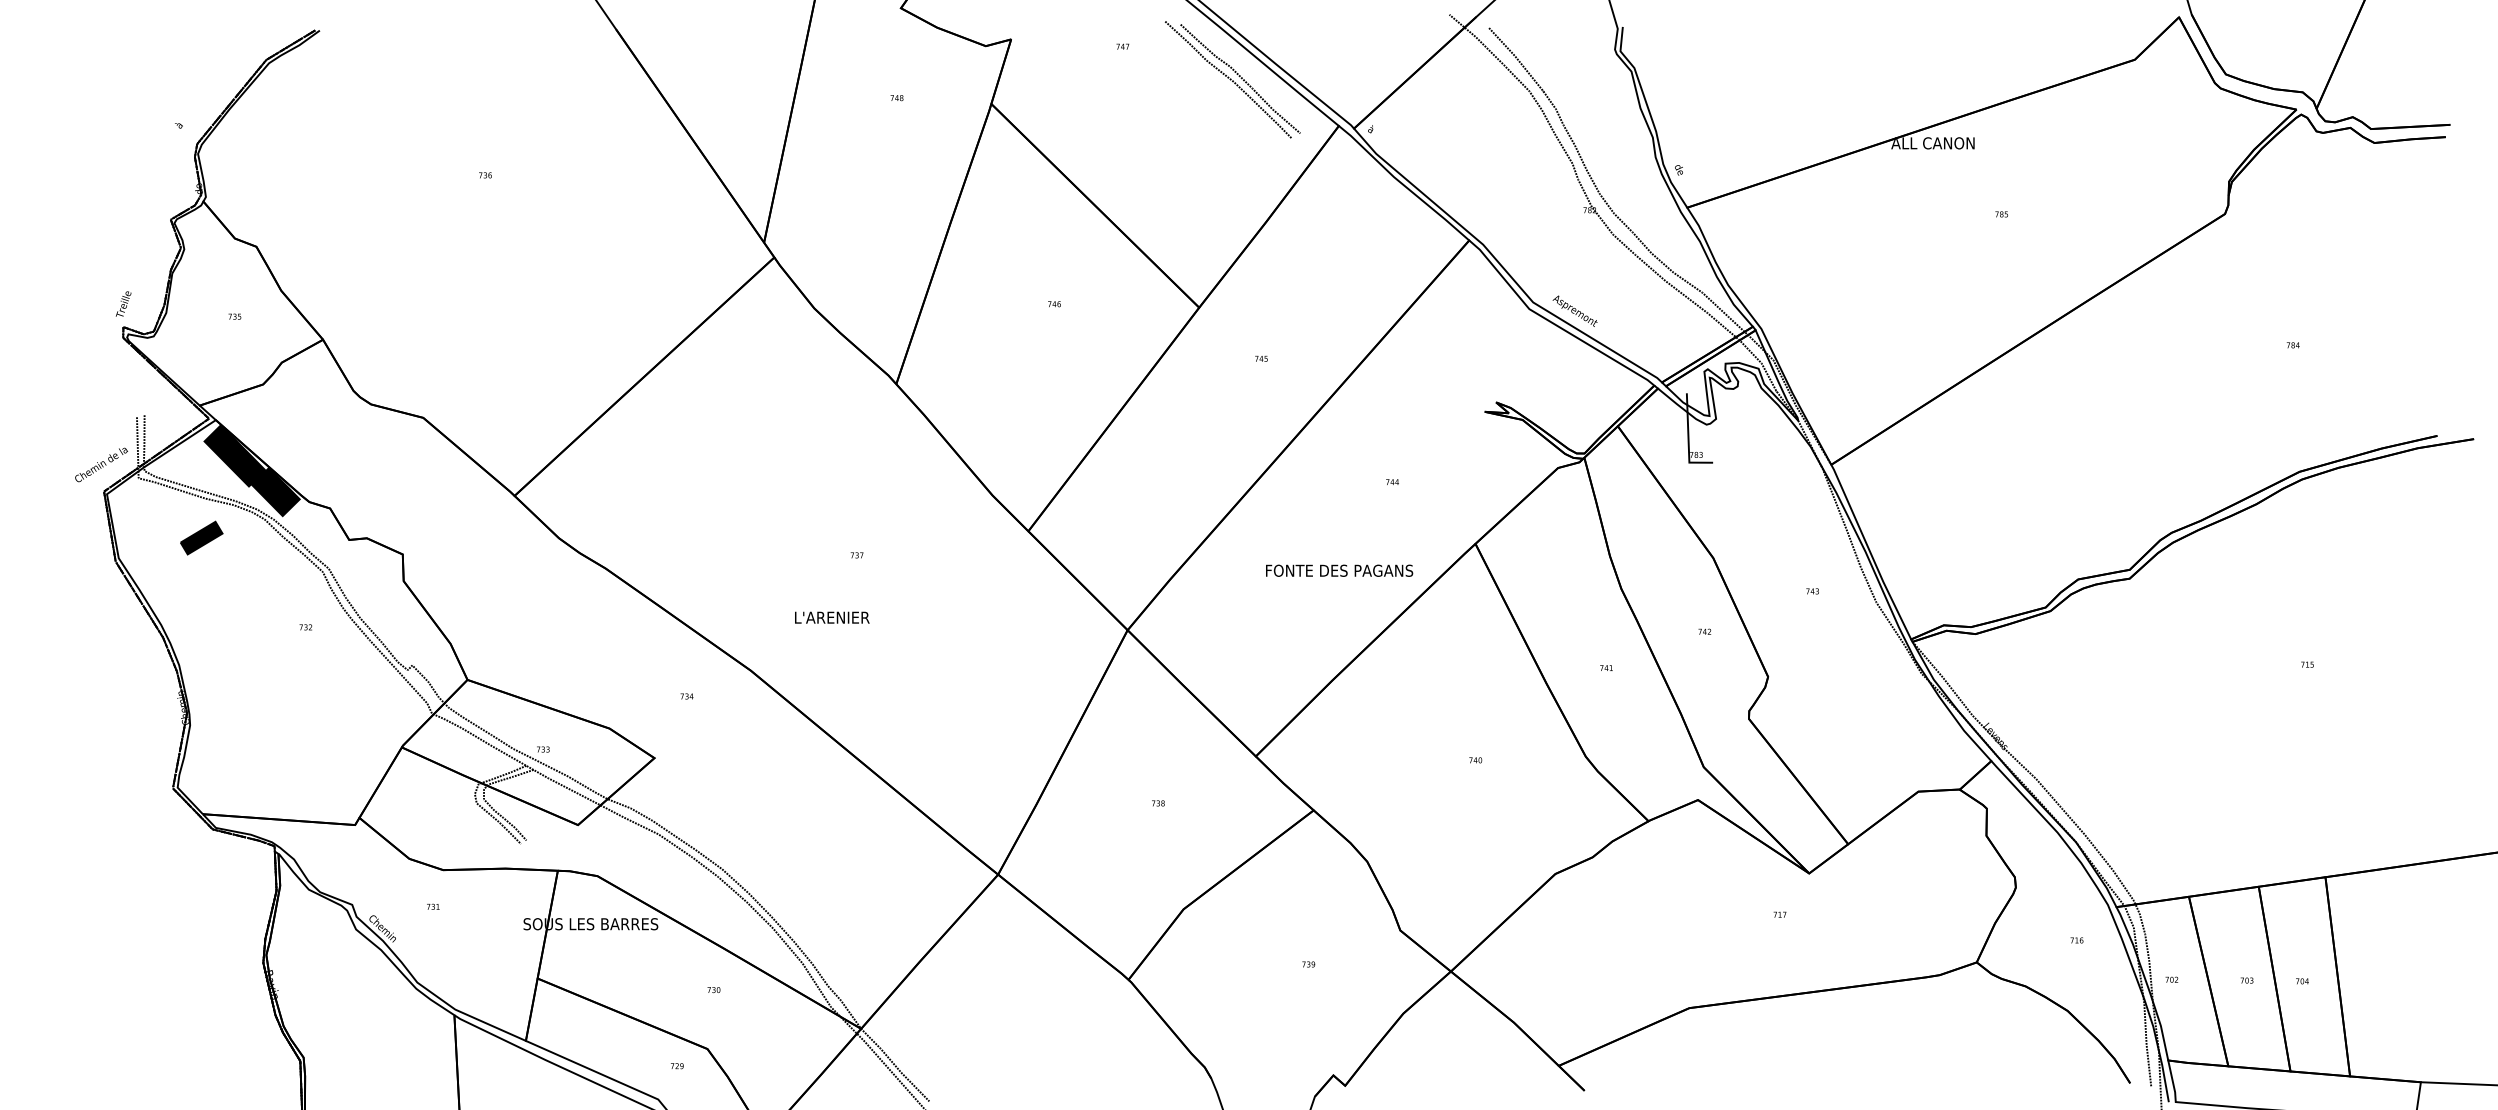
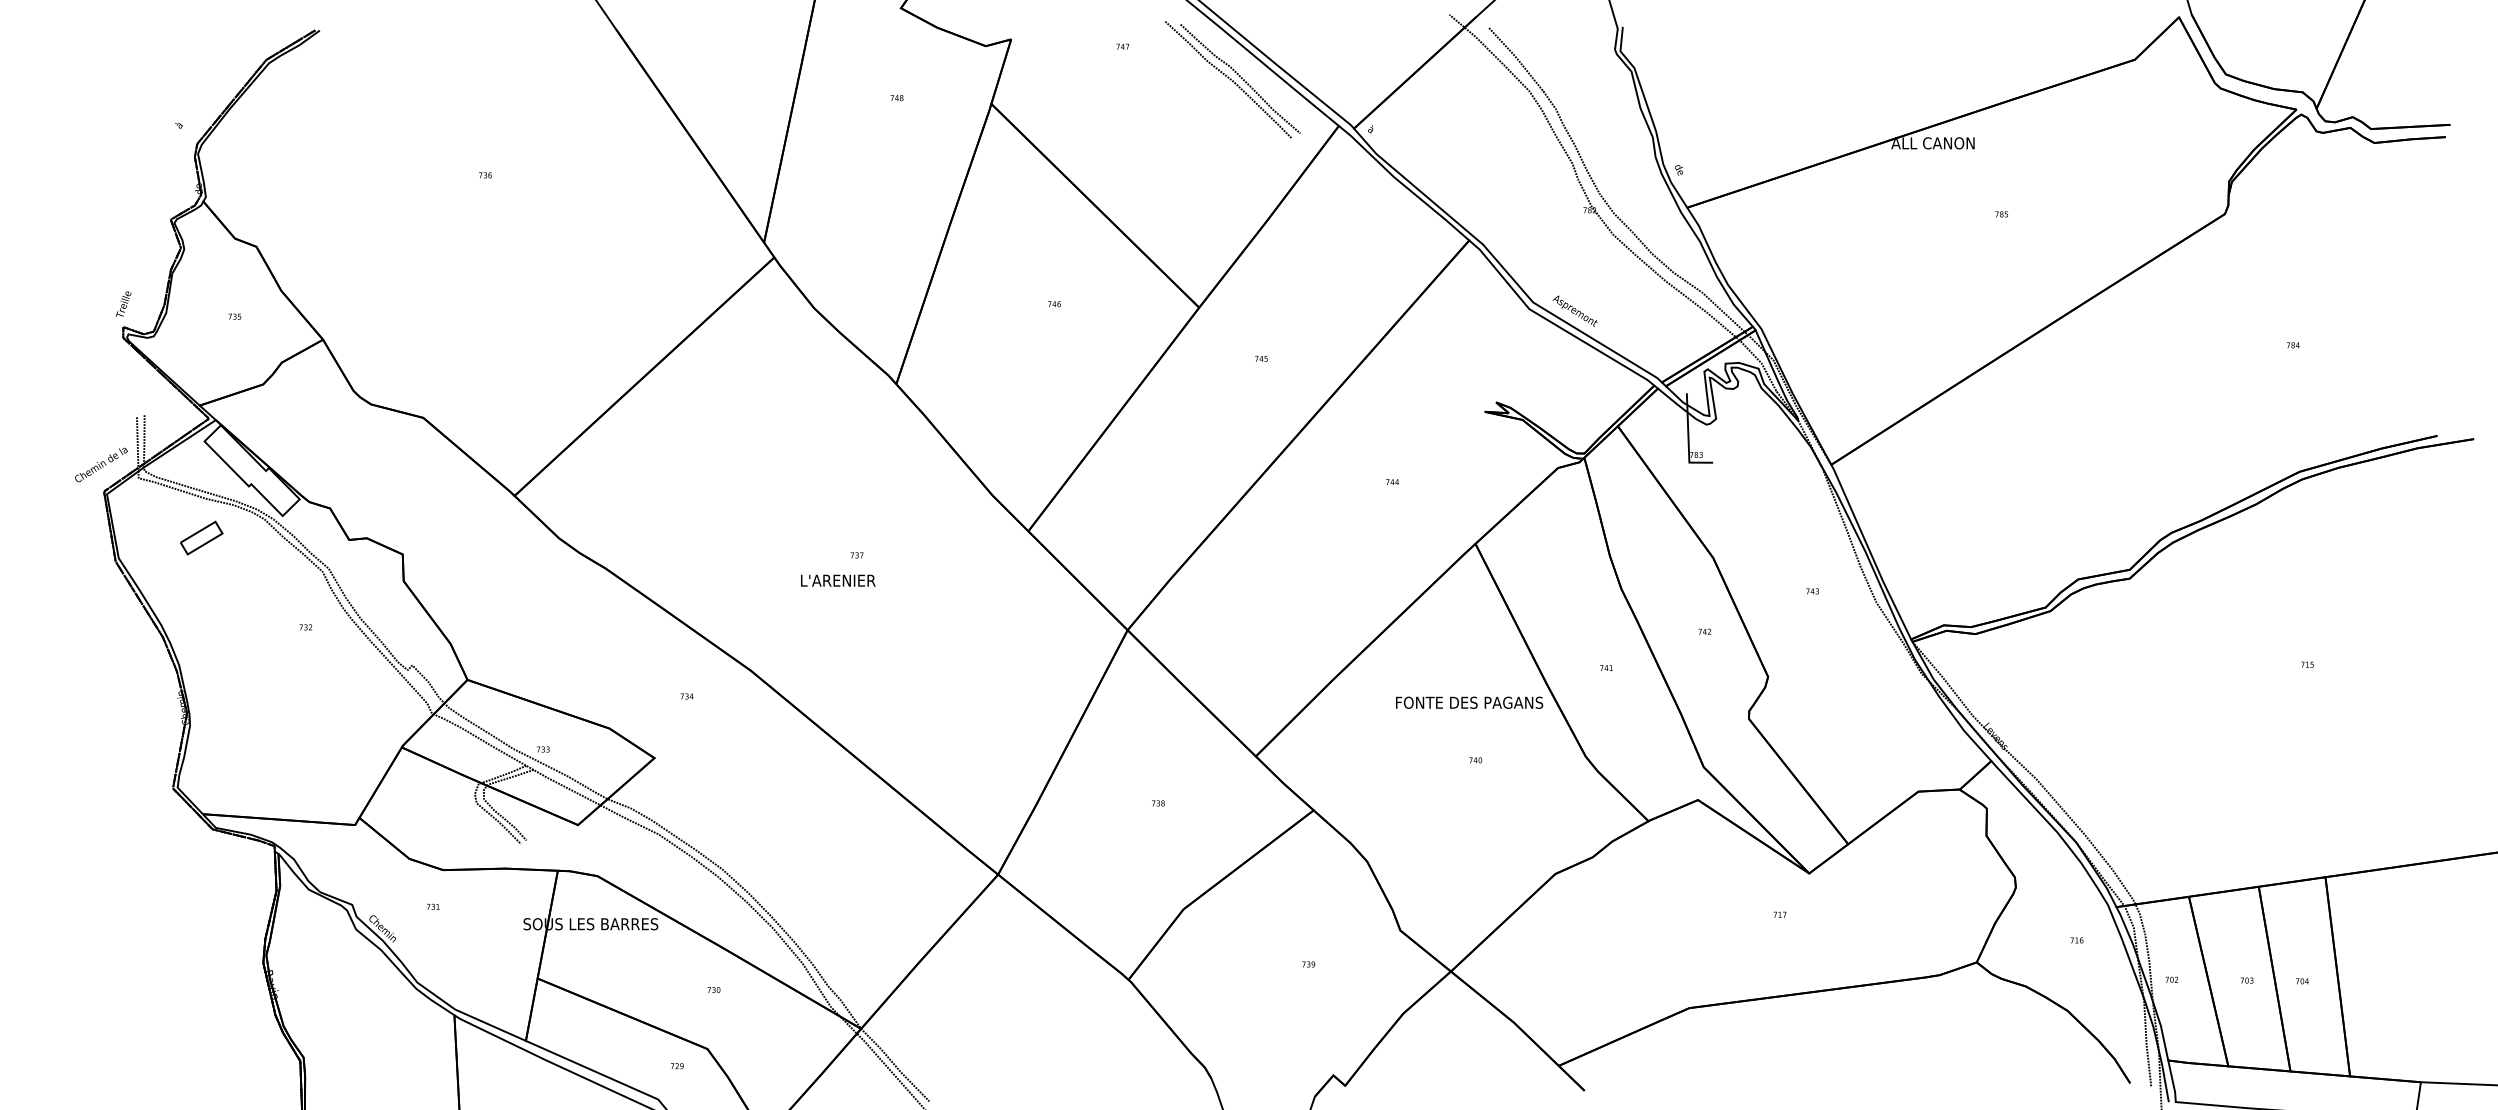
fill at (251, 470): present -> none
fill at (201, 537): present -> none
text at (1339, 570) position: (1339, 570) -> (1469, 702)
text at (832, 617) position: (832, 617) -> (838, 580)
